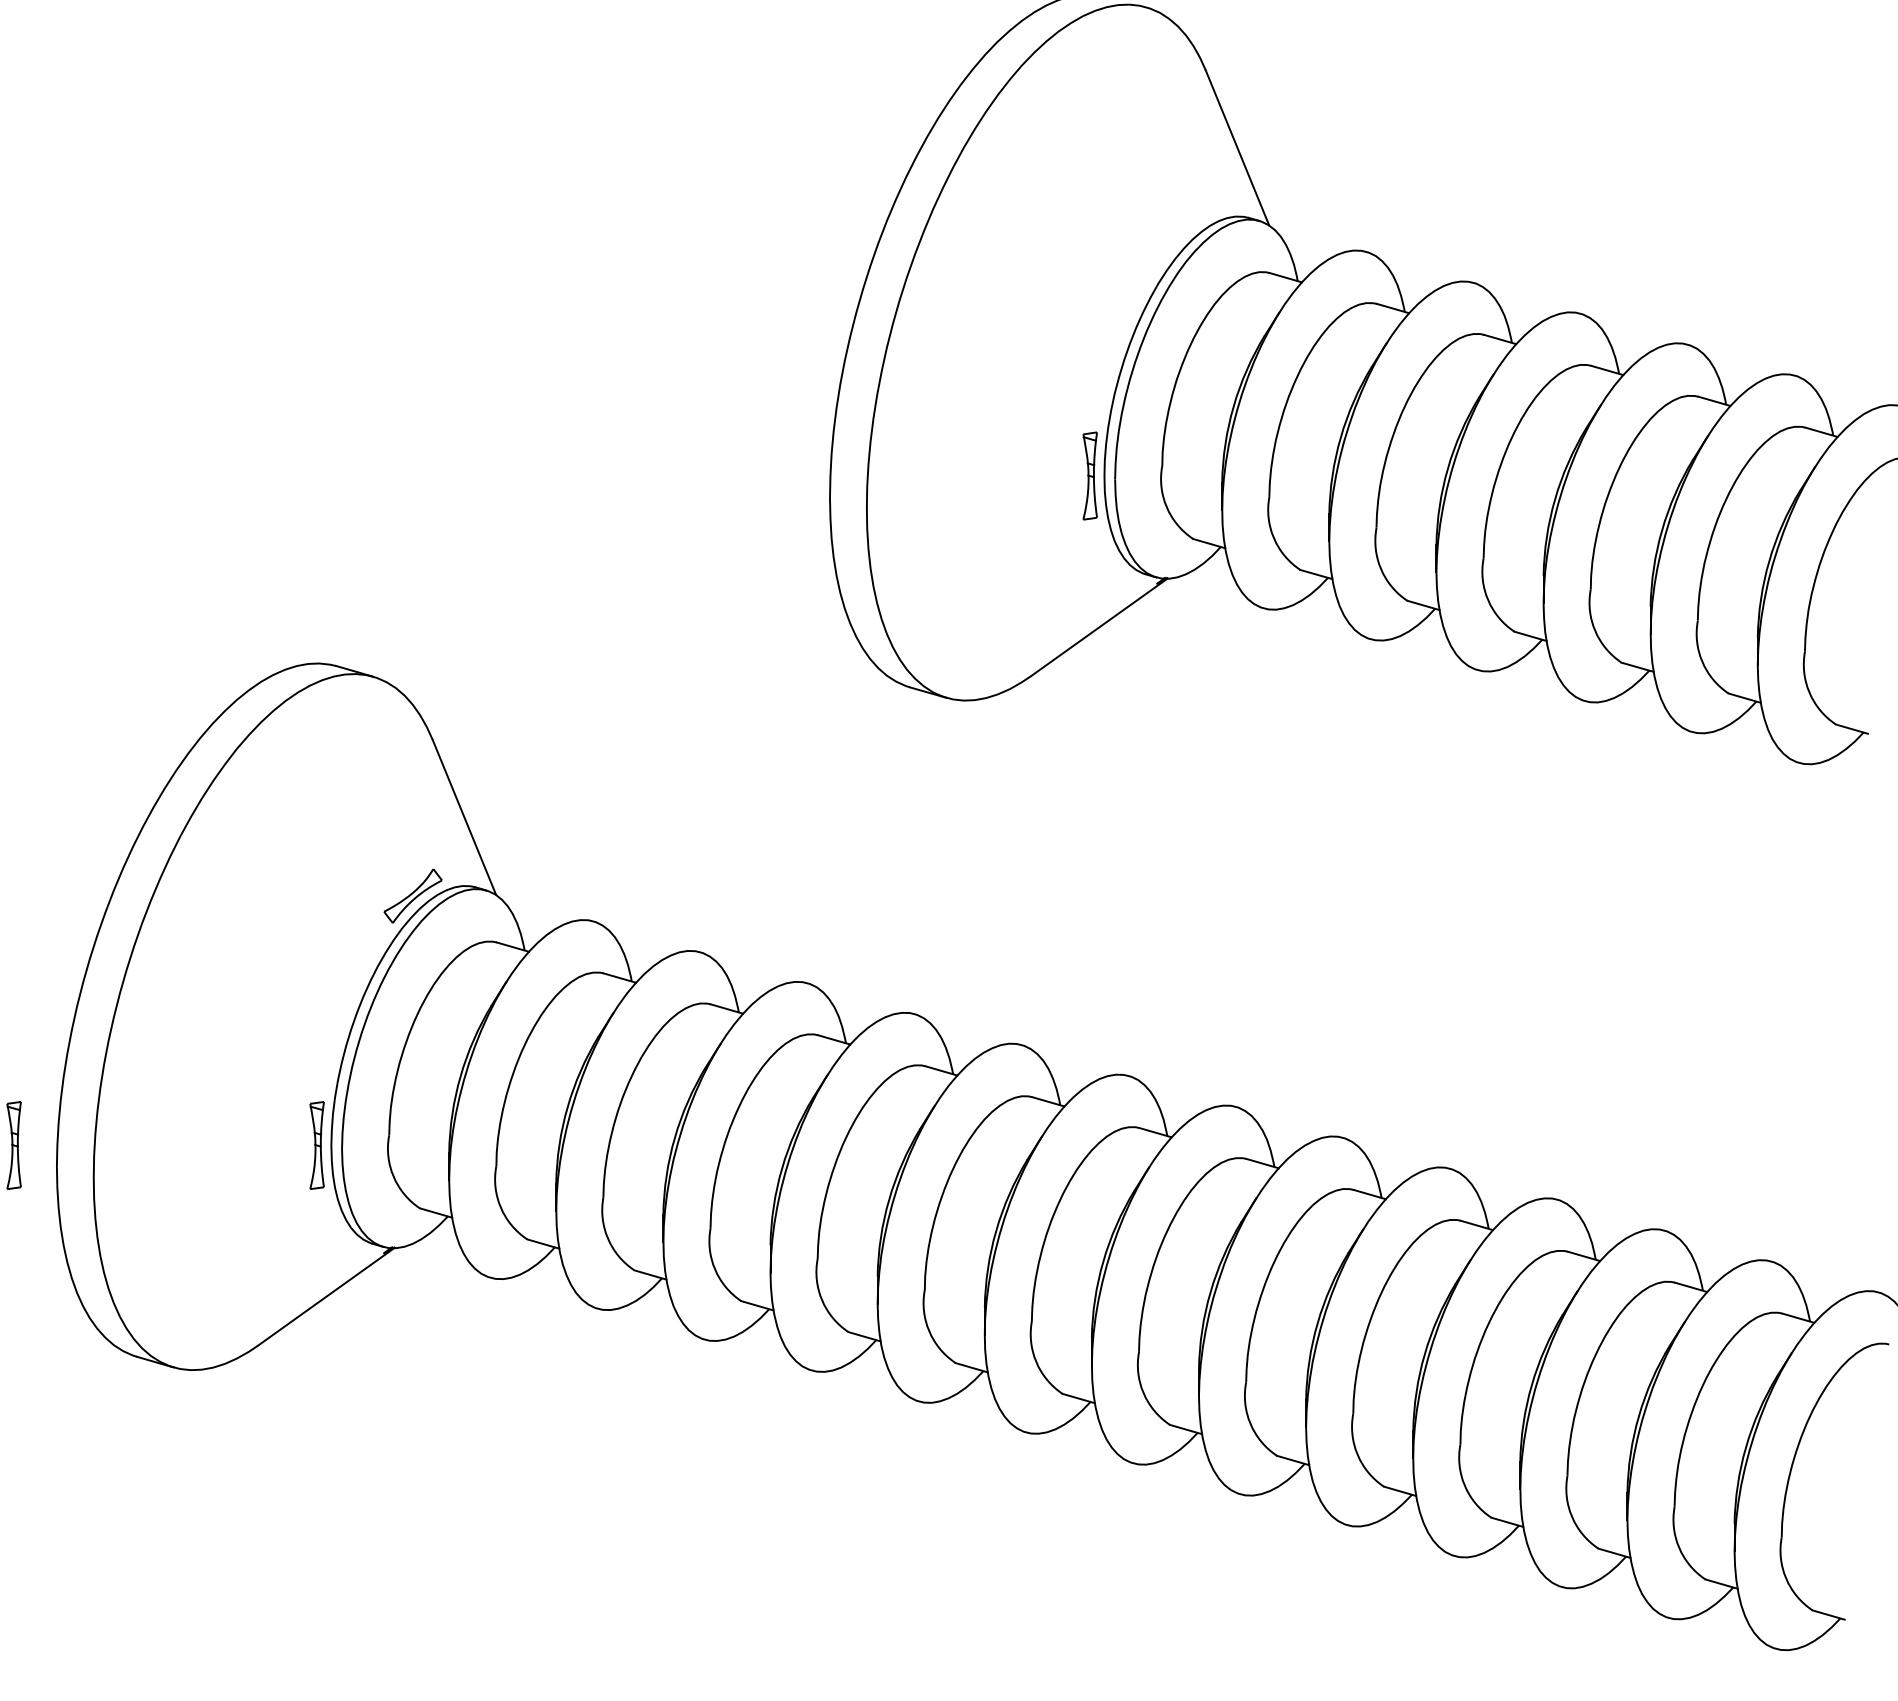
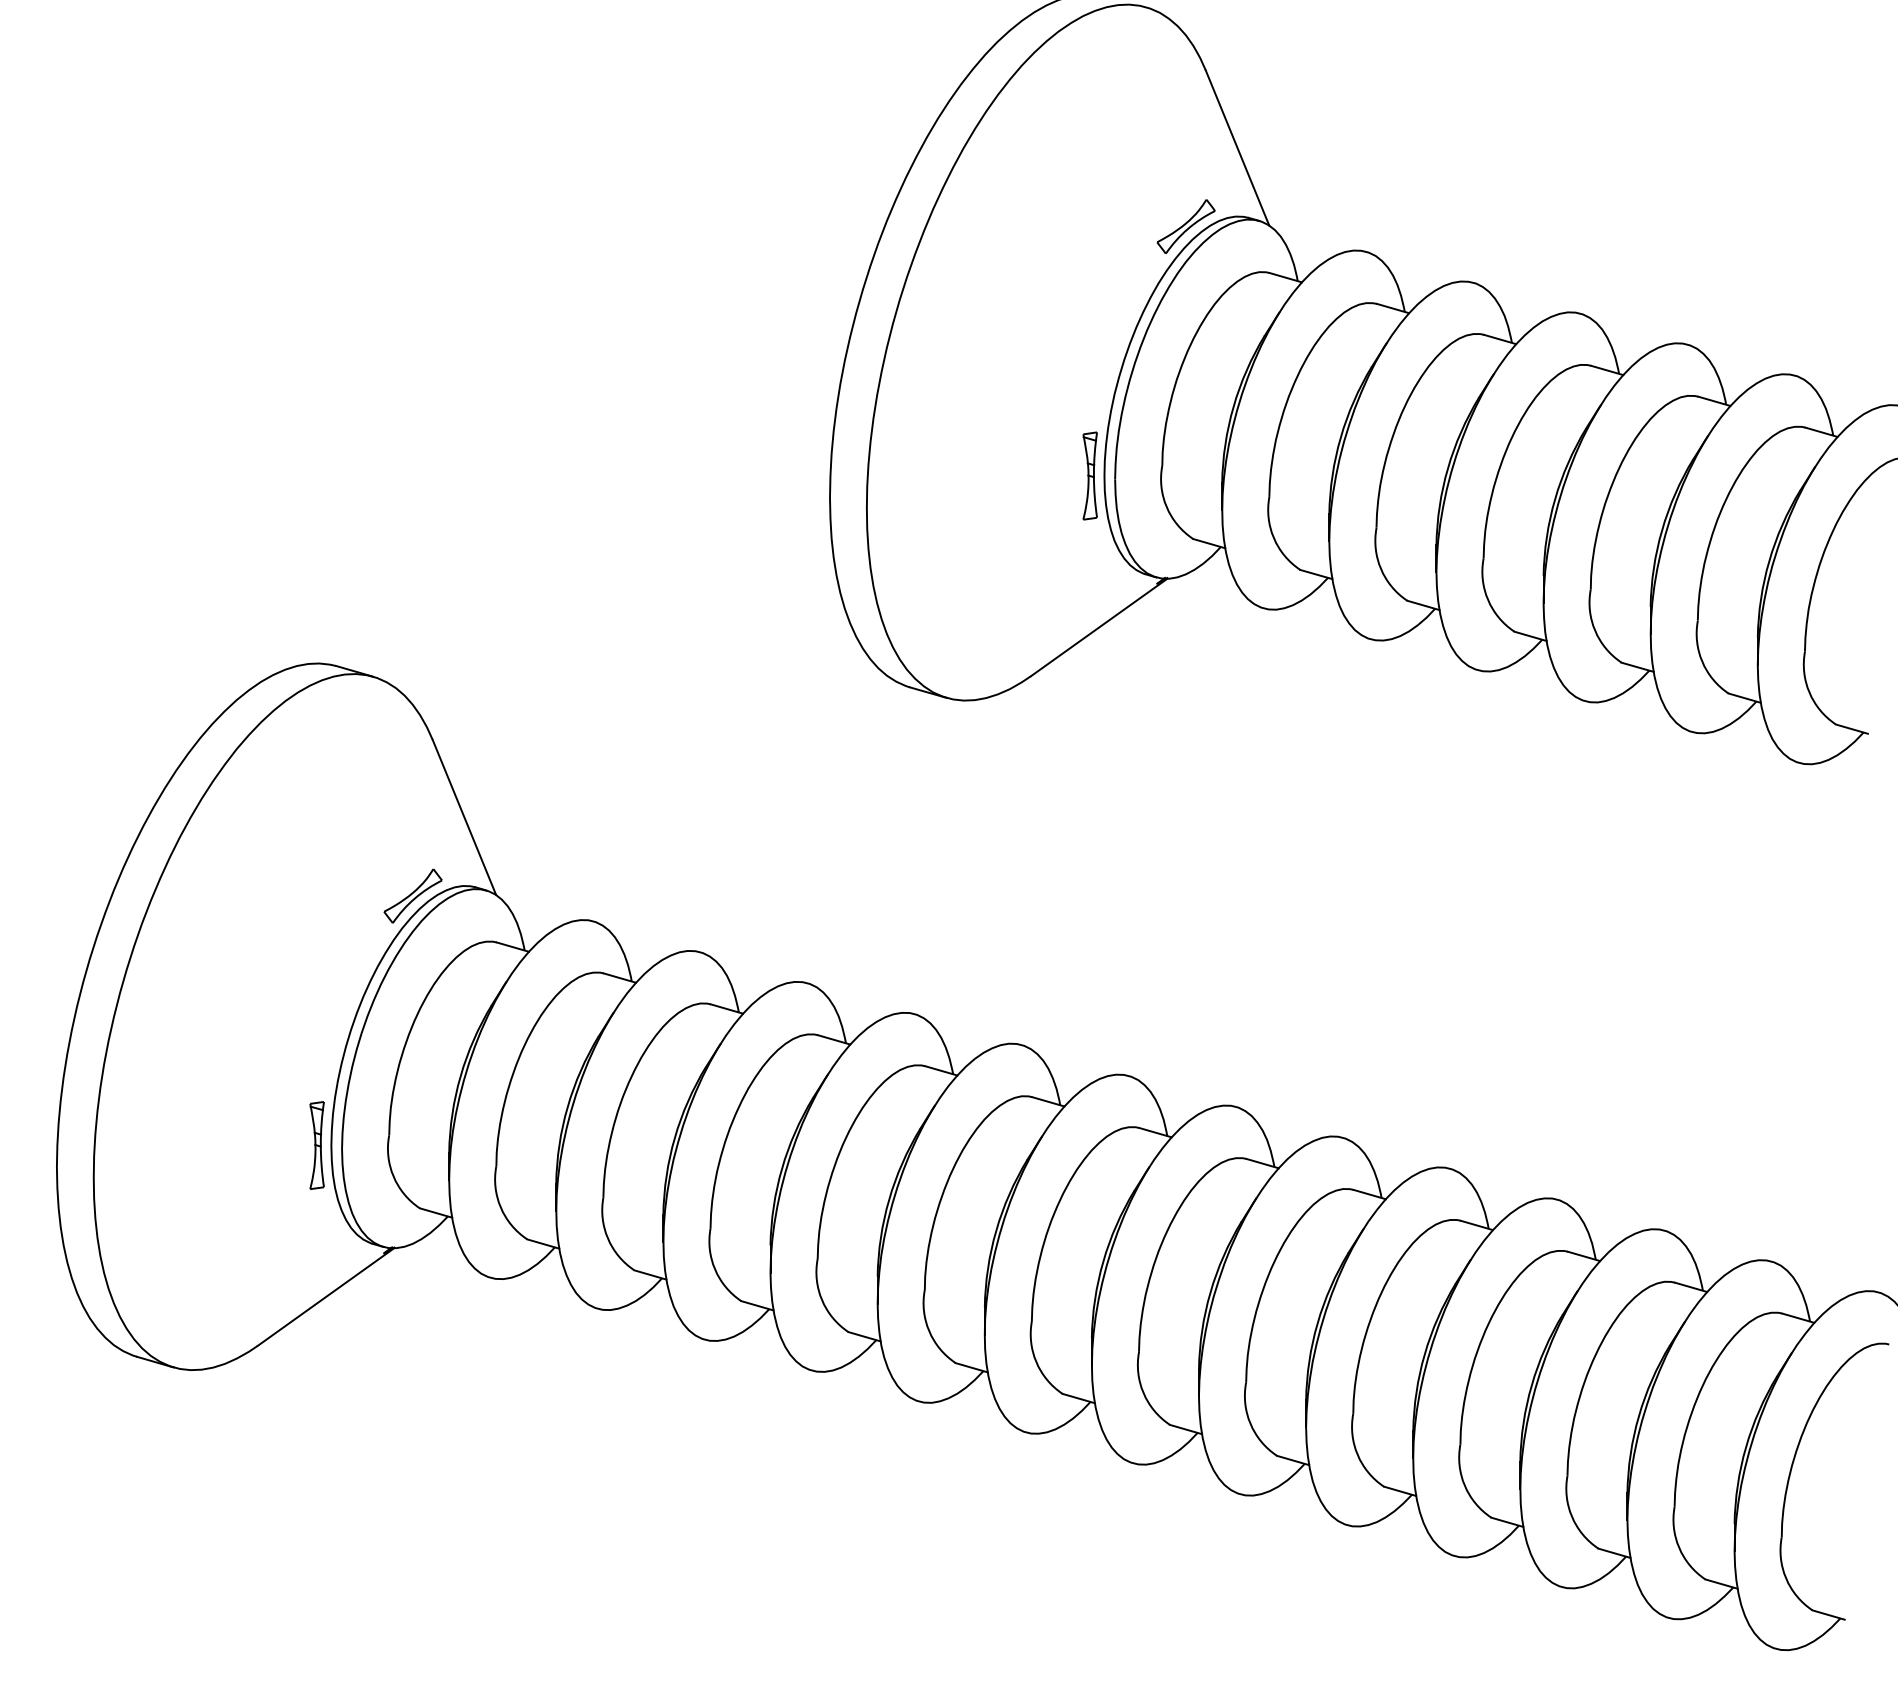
part at (1185, 226): none -> present
part at (13, 1145): present -> none
